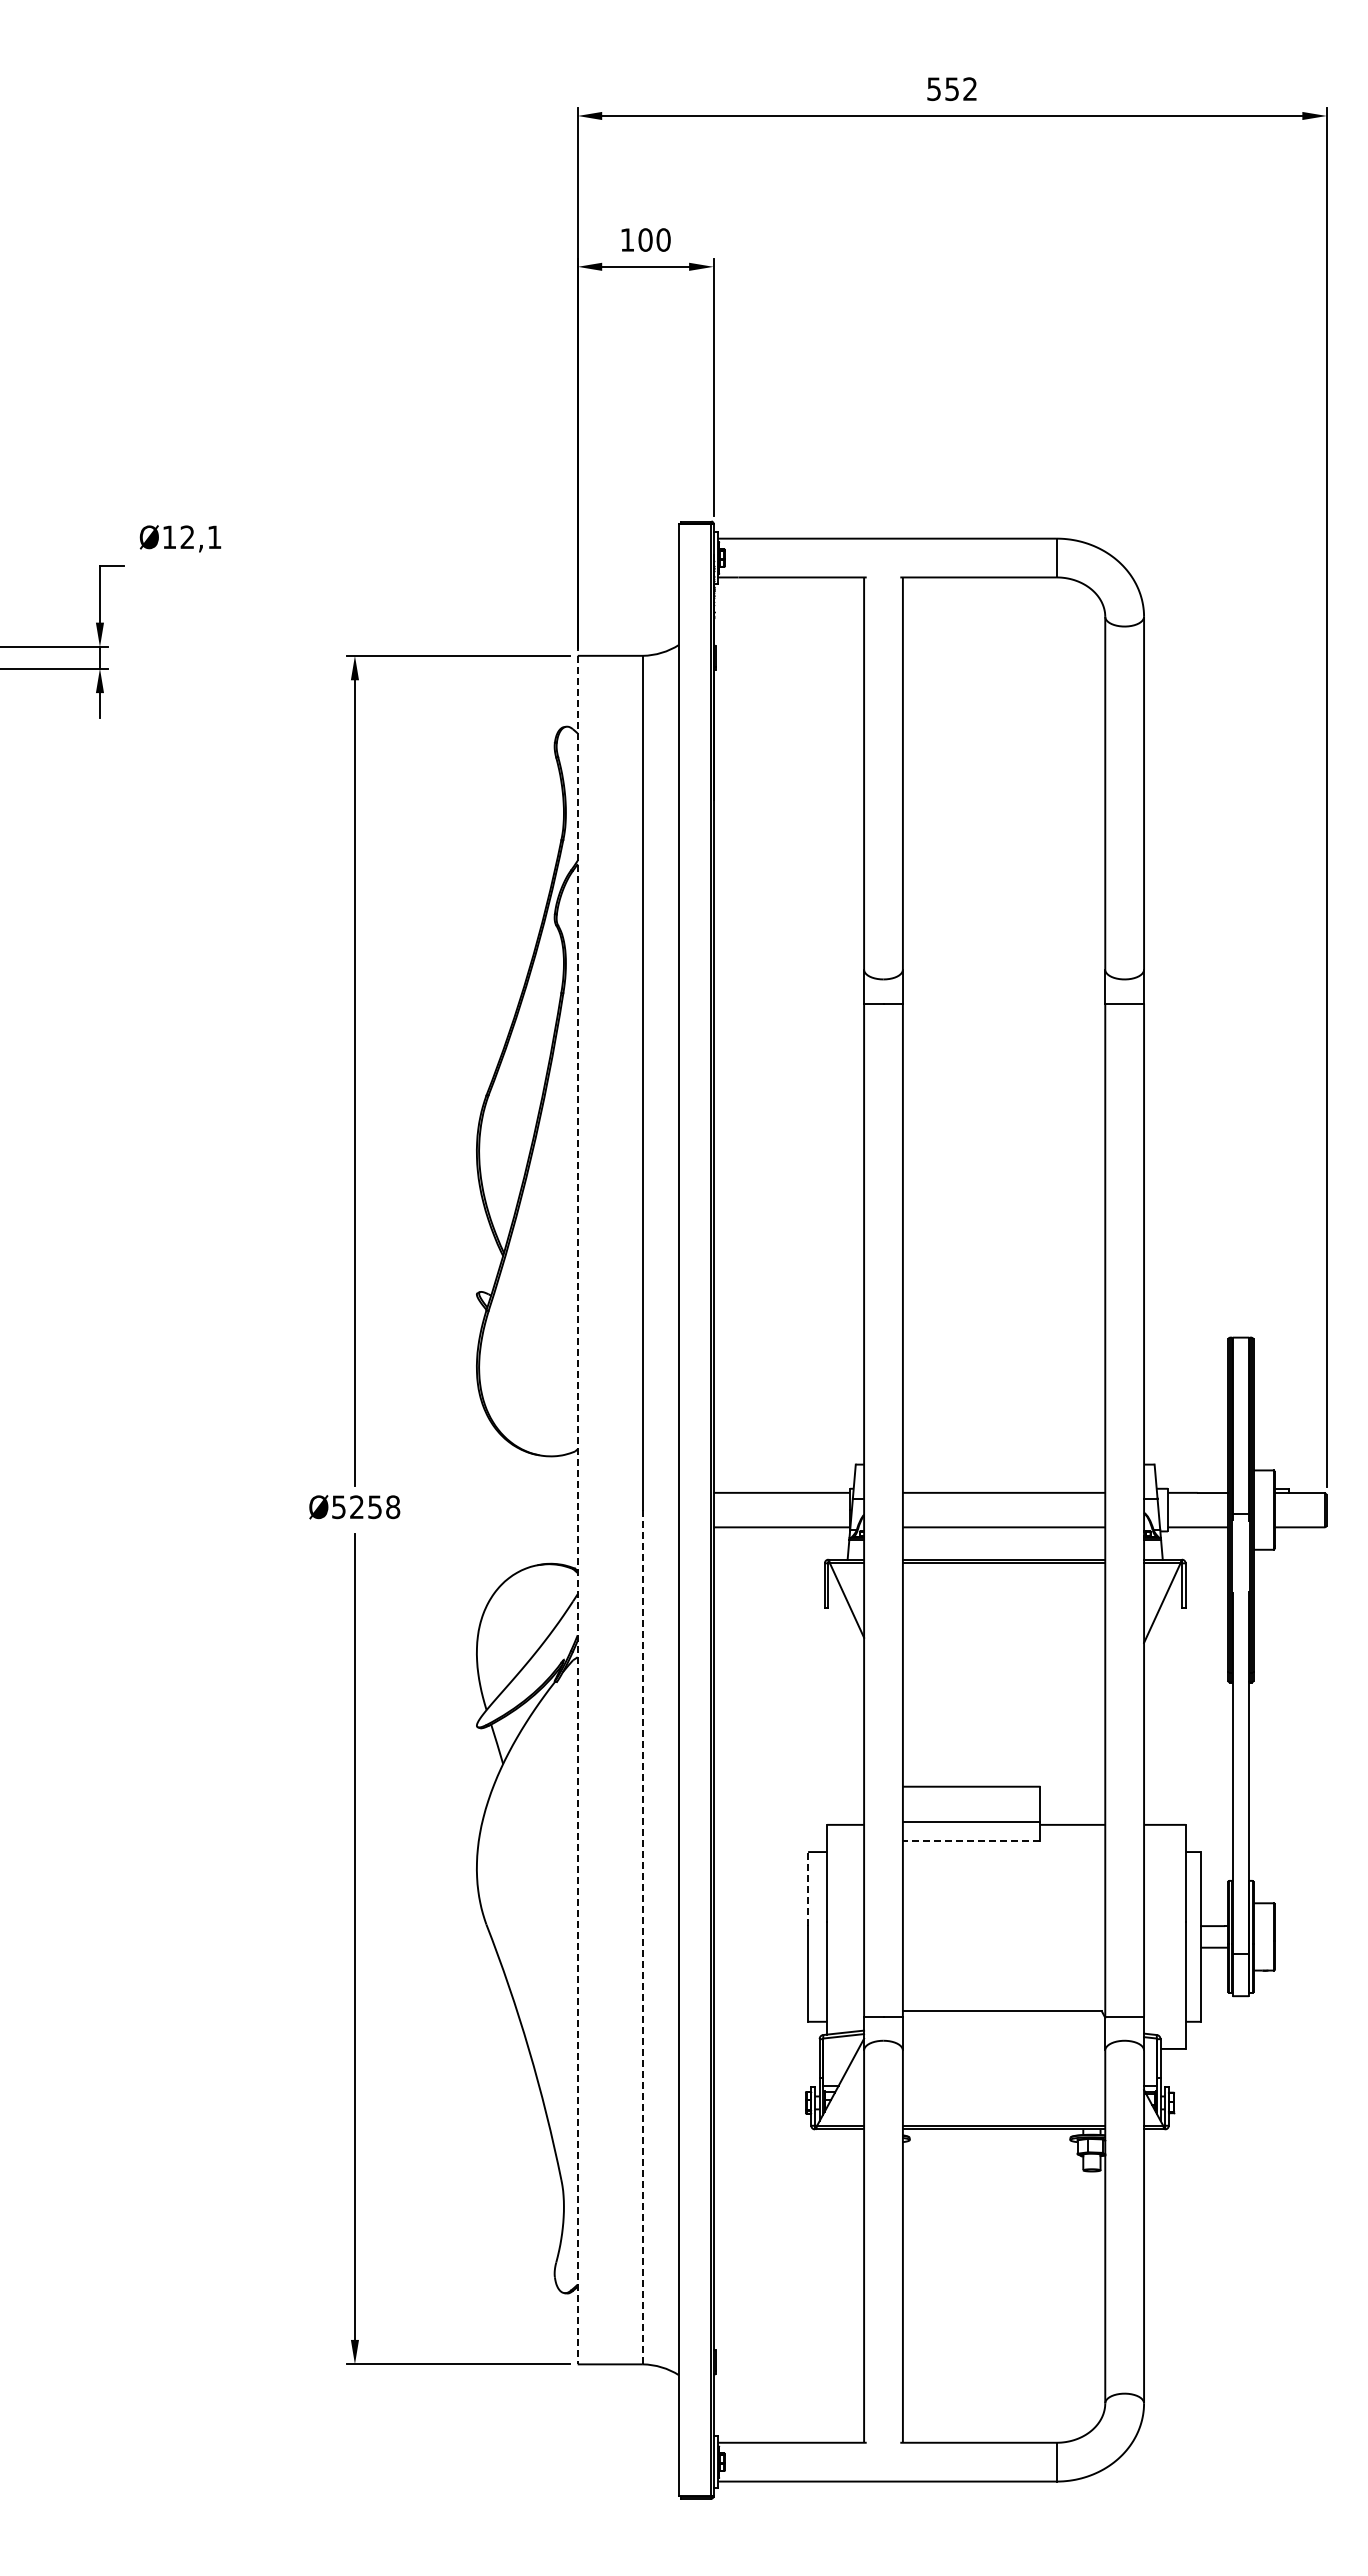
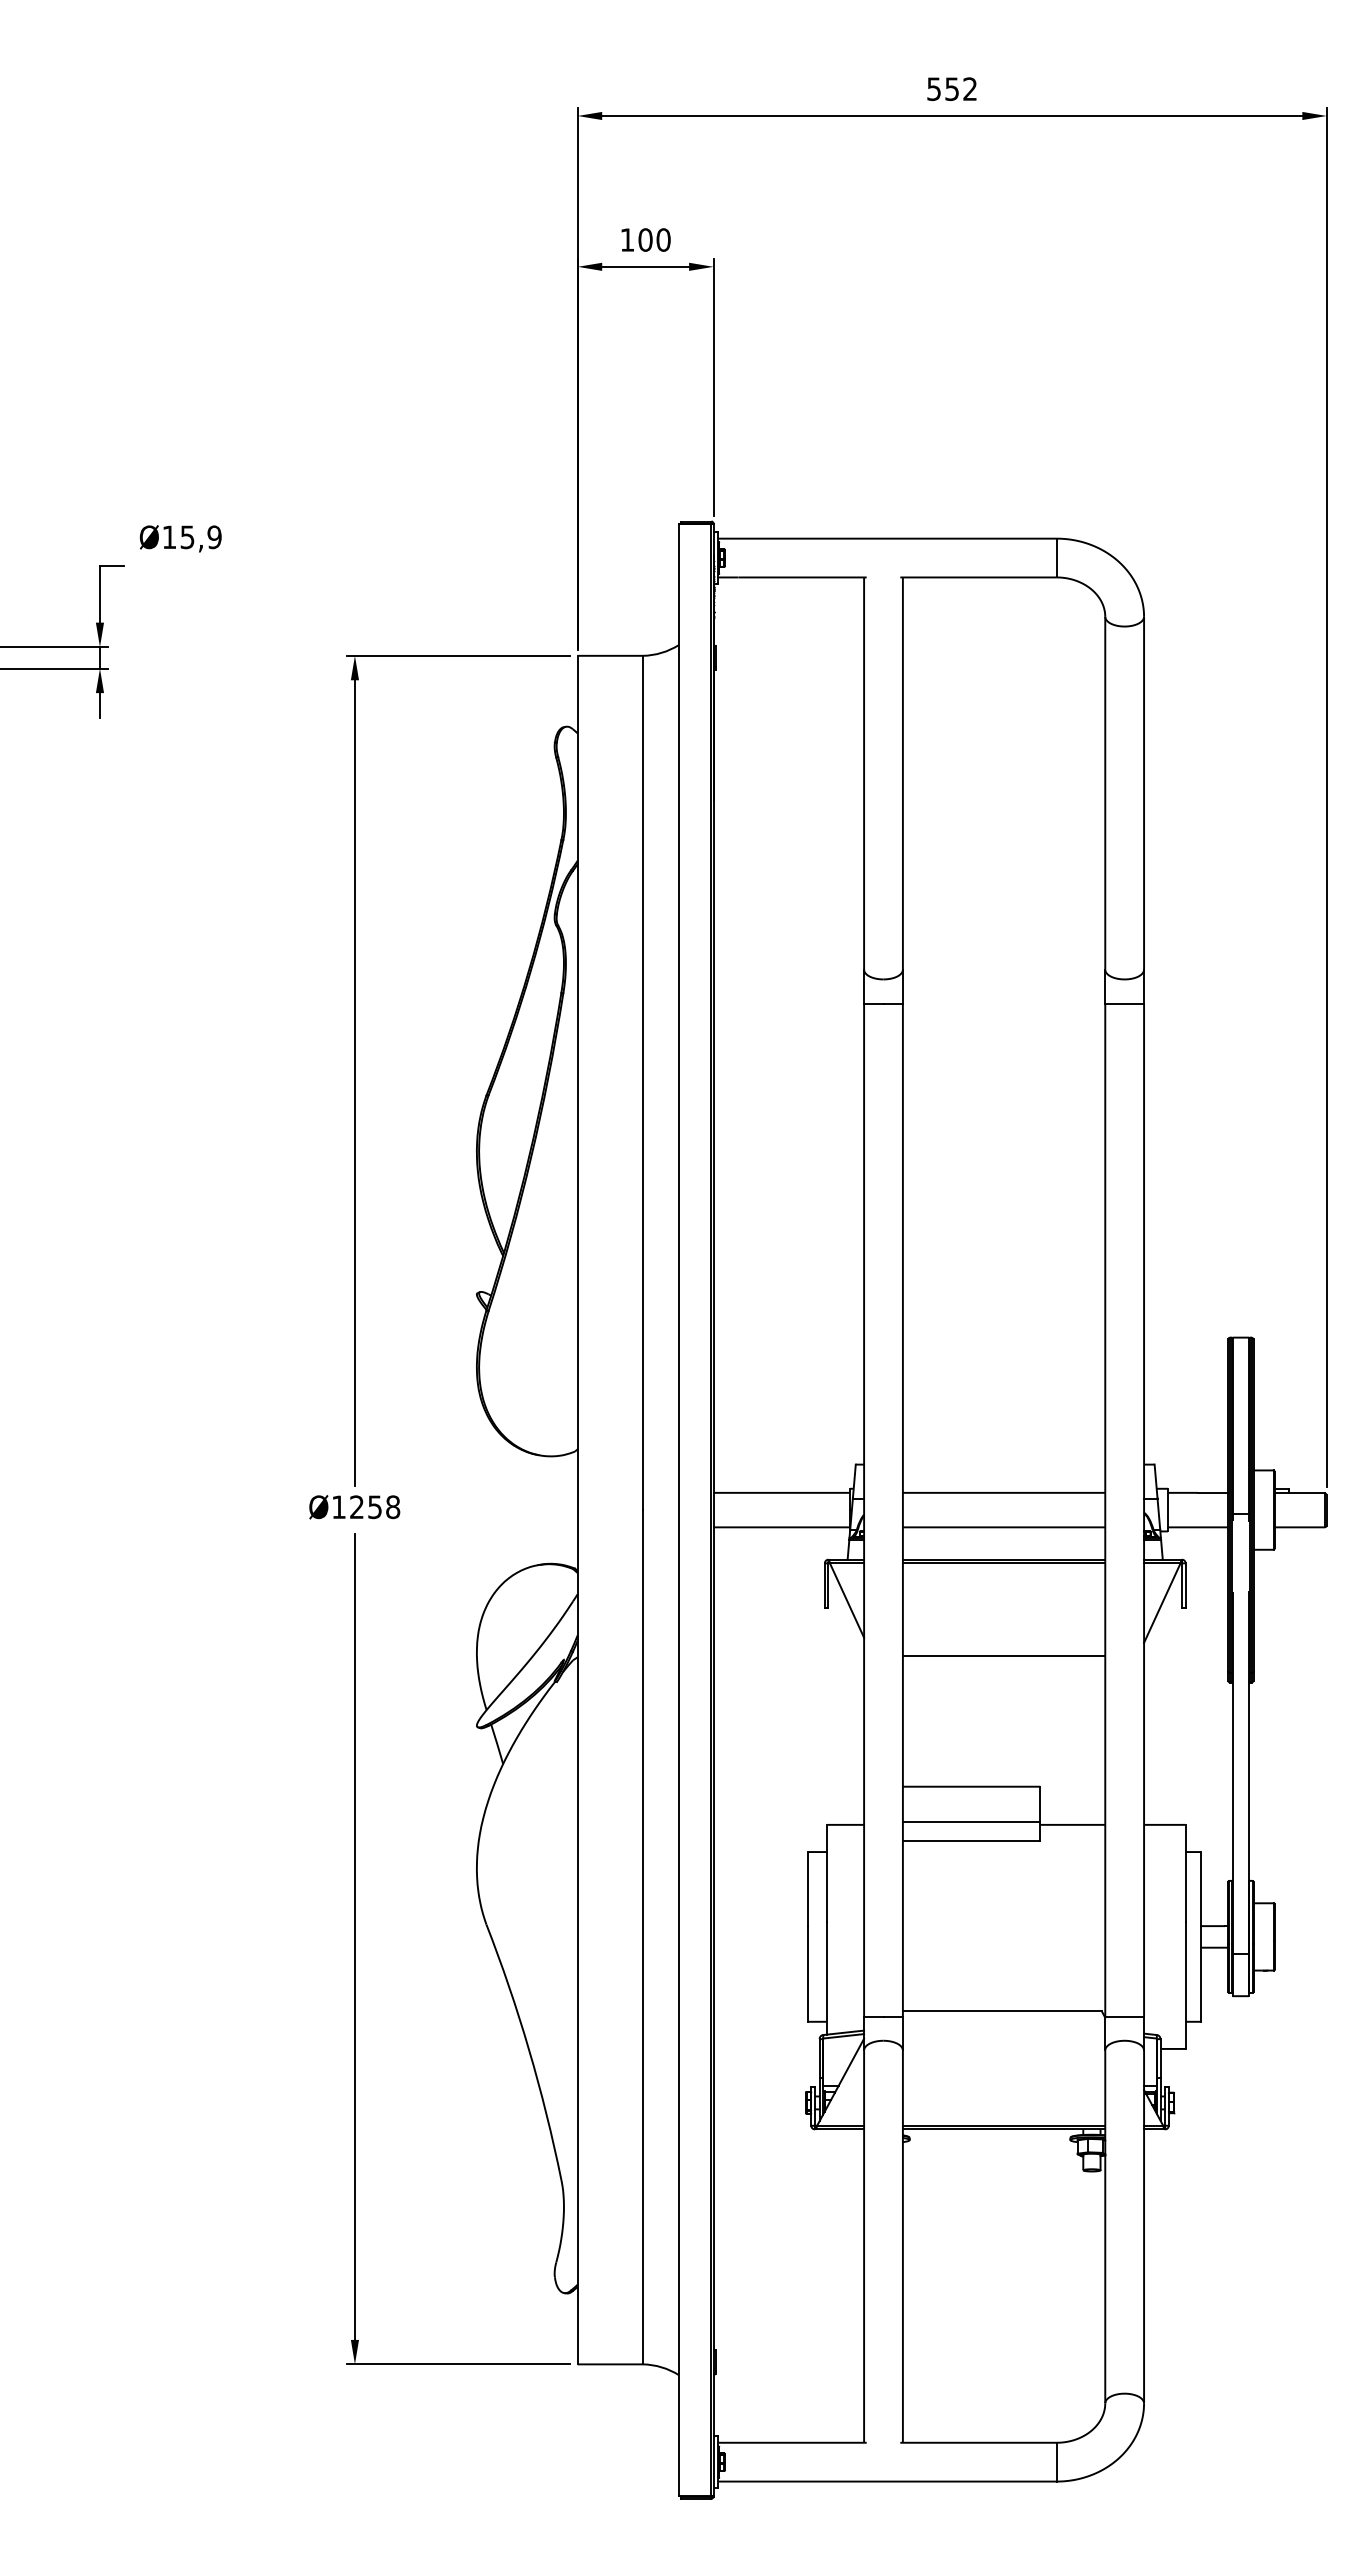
text at (200, 537): Ø12,1 -> Ø15,9
text at (338, 1507): Ø5258 -> Ø1258
line at (577, 1510): dashed -> solid
line at (1003, 1655): none -> present
line at (971, 1841): dashed -> solid
line at (808, 1888): dashed -> solid
line at (642, 1937): dashed -> solid
